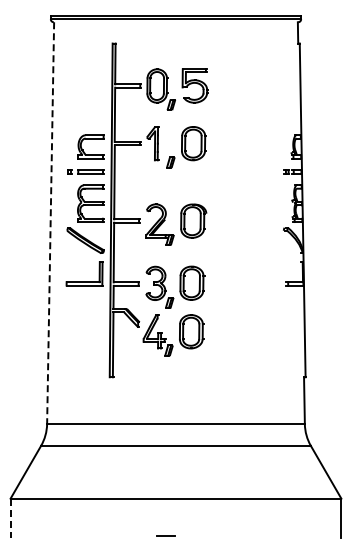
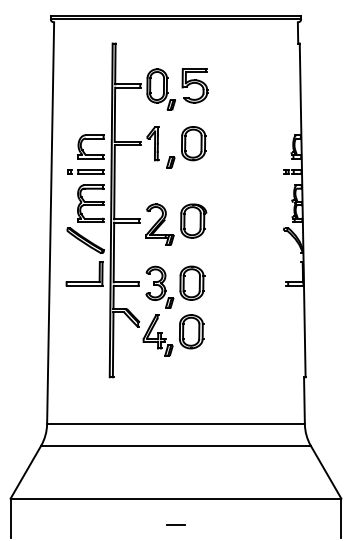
line at (50, 223): dashed -> solid
line at (10, 518): dashed -> solid
line at (165, 535) position: (165, 535) -> (175, 524)
